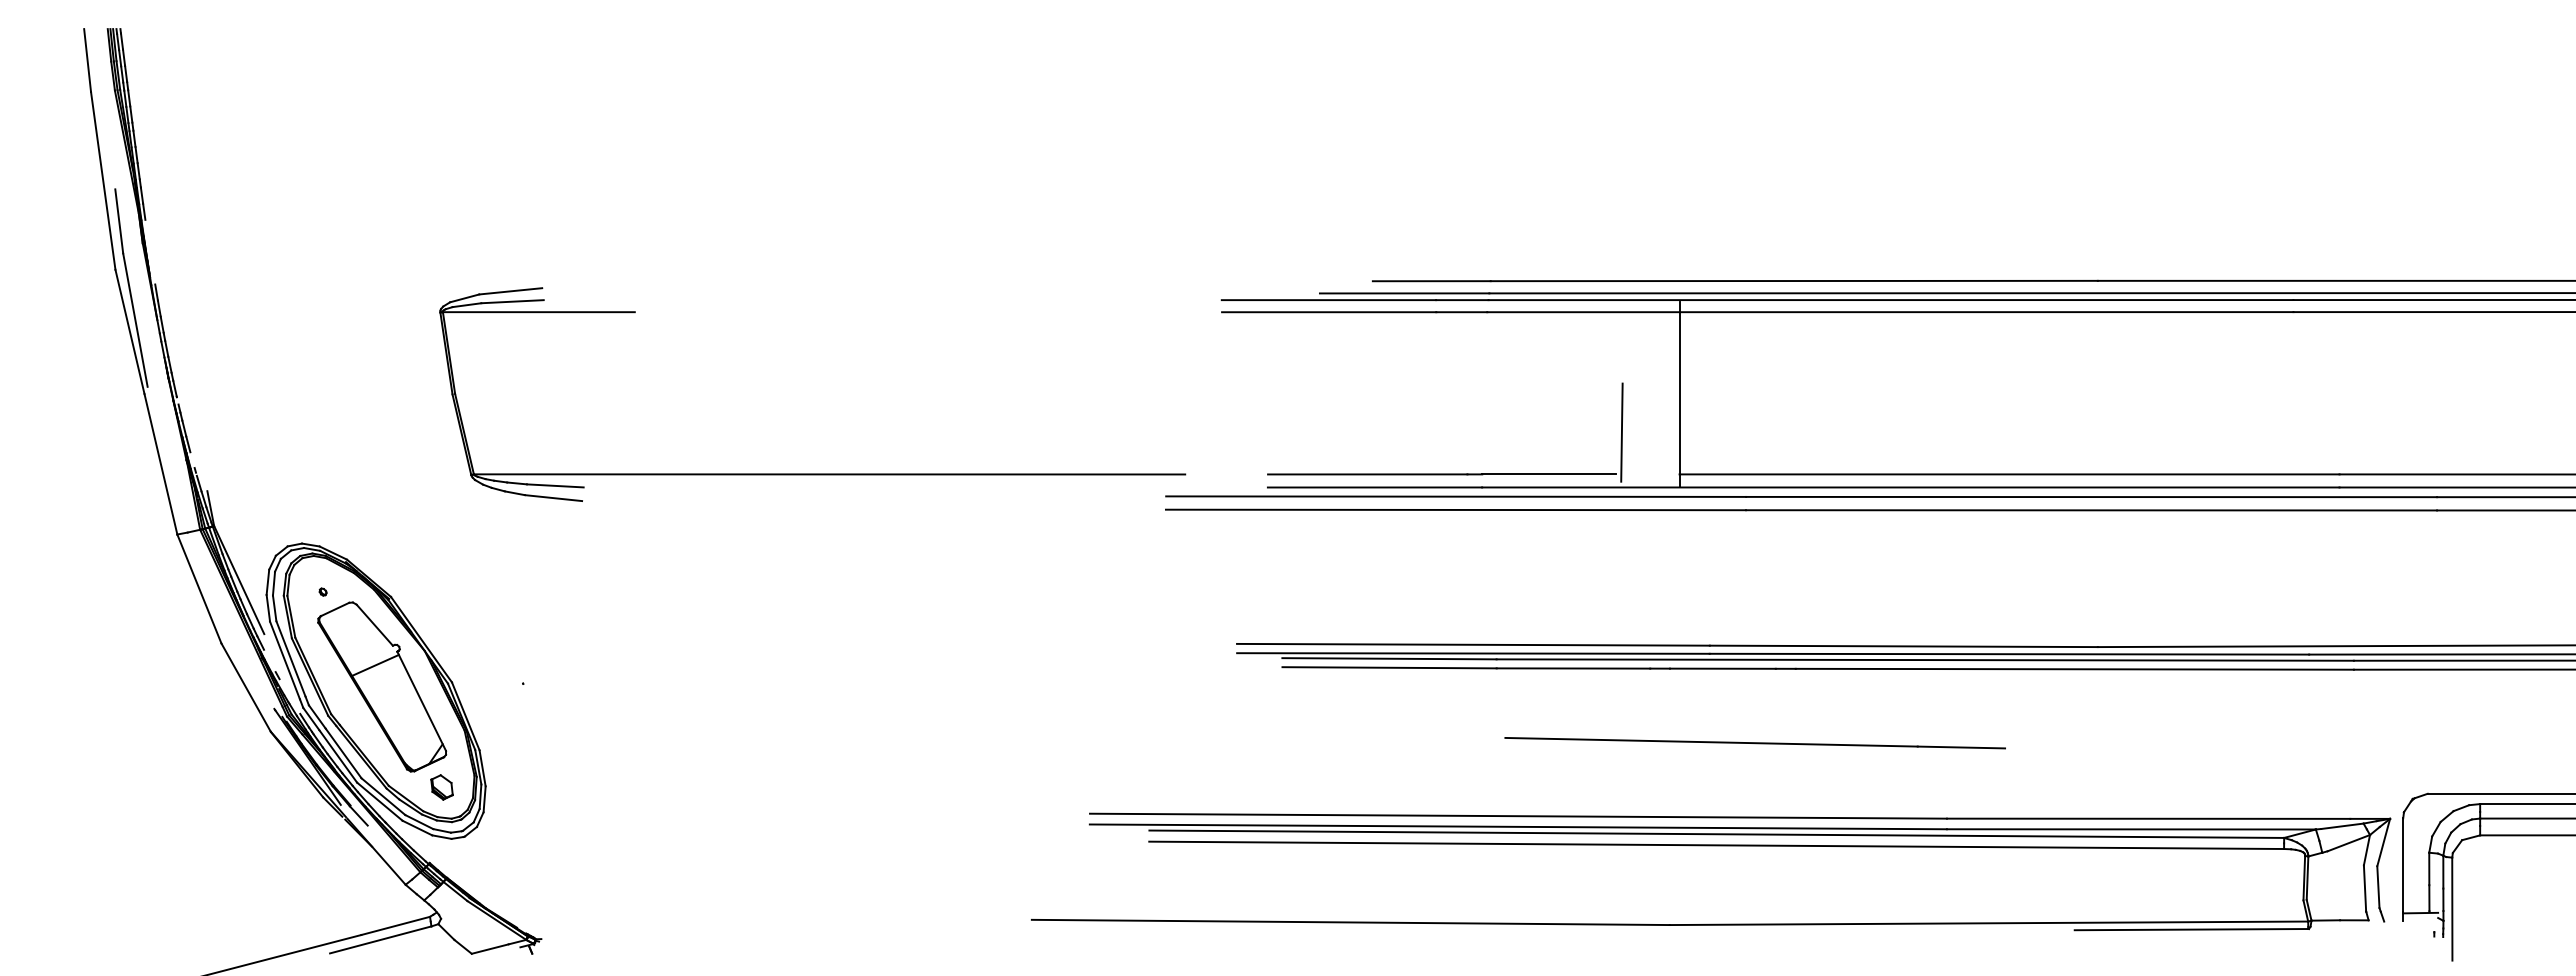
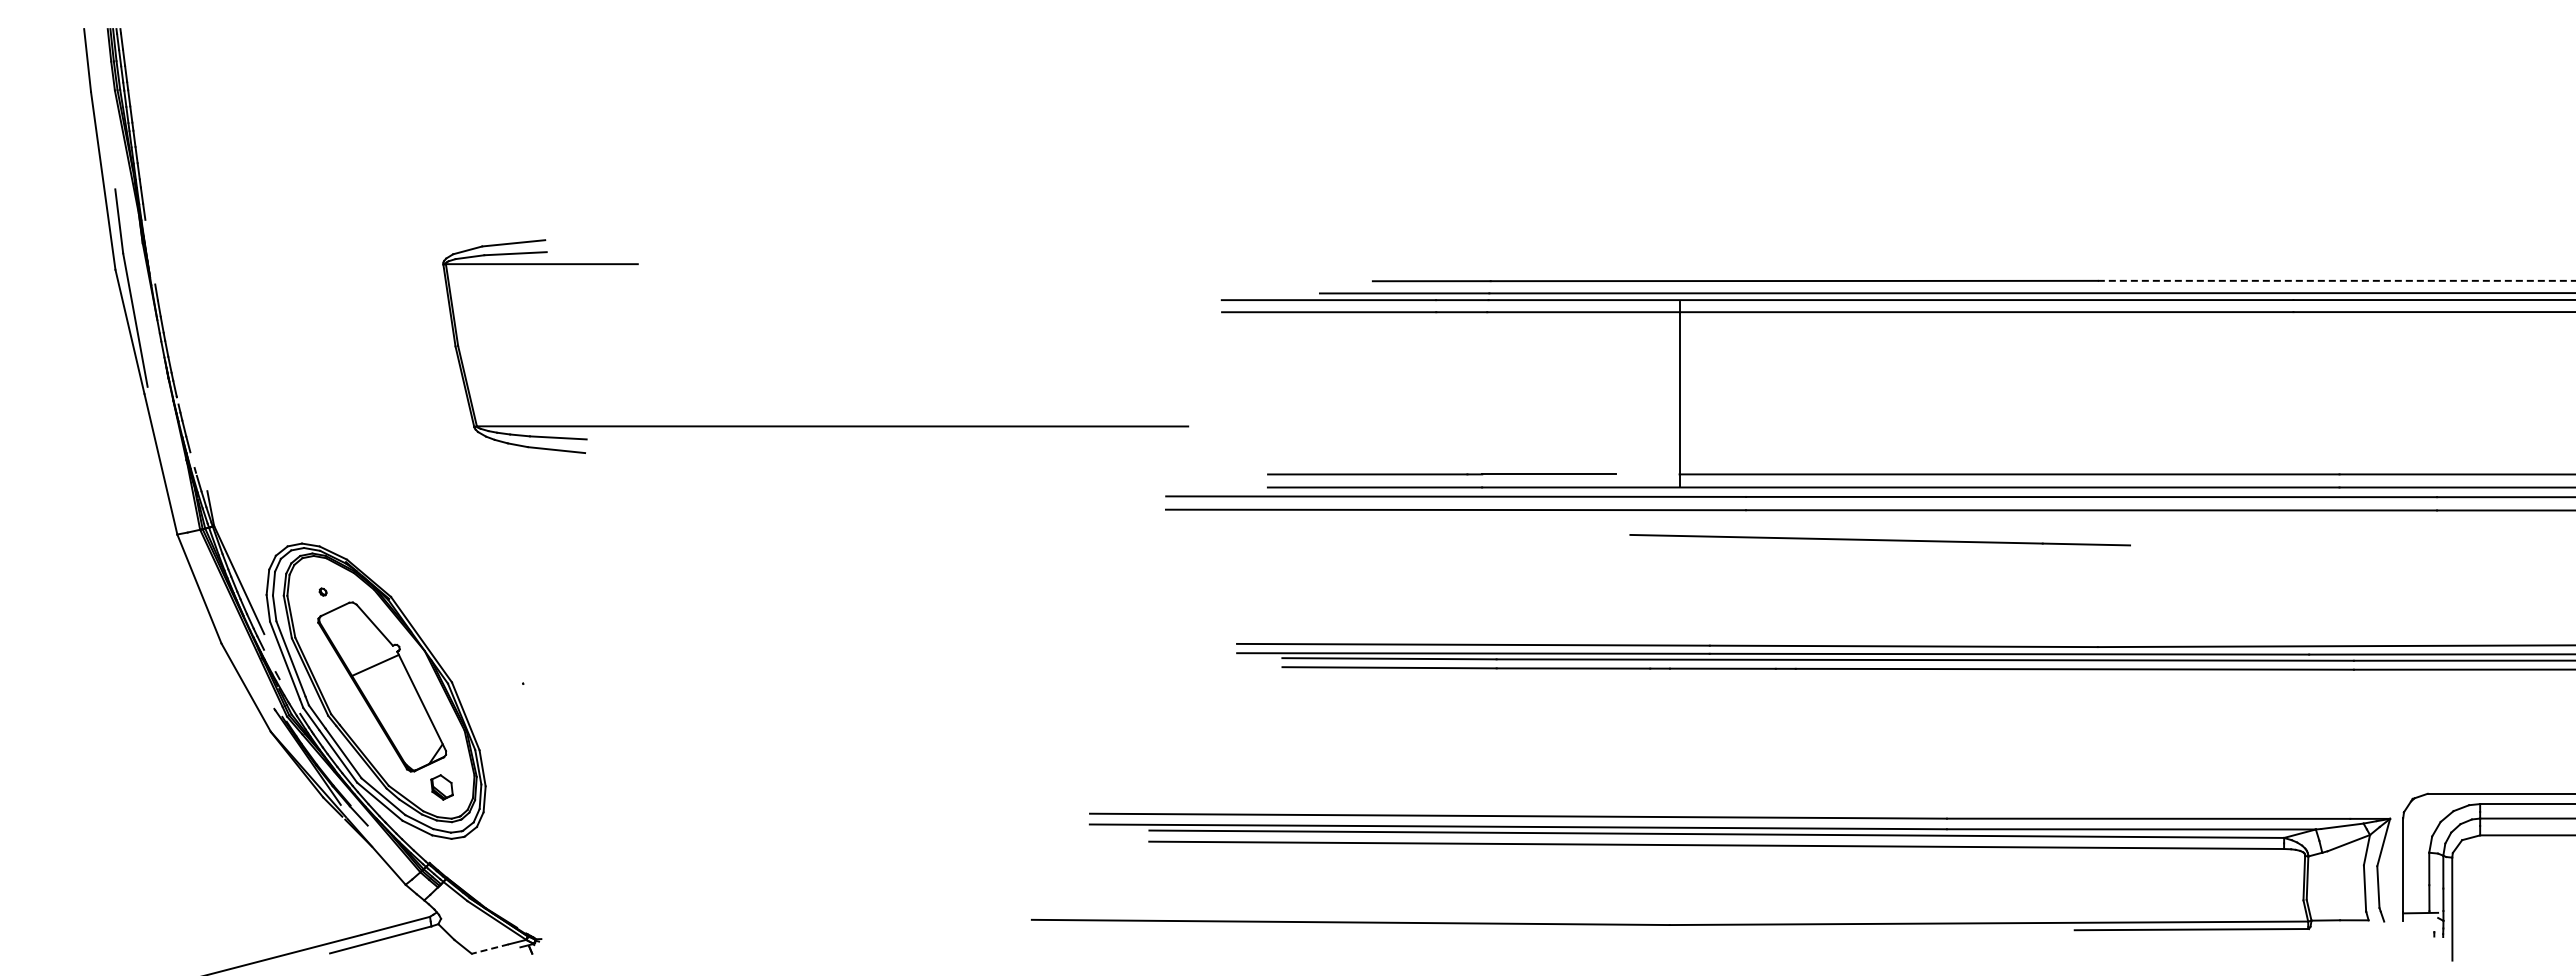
line at (2336, 280): solid -> dashed
line at (1621, 432): present -> none
part at (812, 473) position: (812, 473) -> (815, 425)
line at (1754, 743) position: (1754, 743) -> (1879, 540)
line at (489, 949): solid -> dashed
